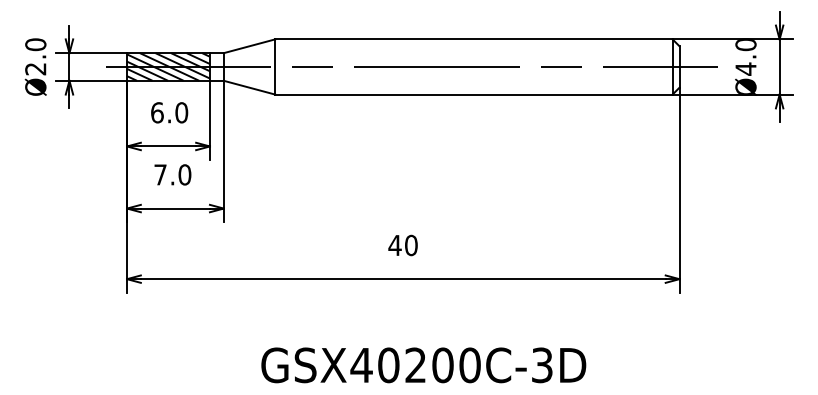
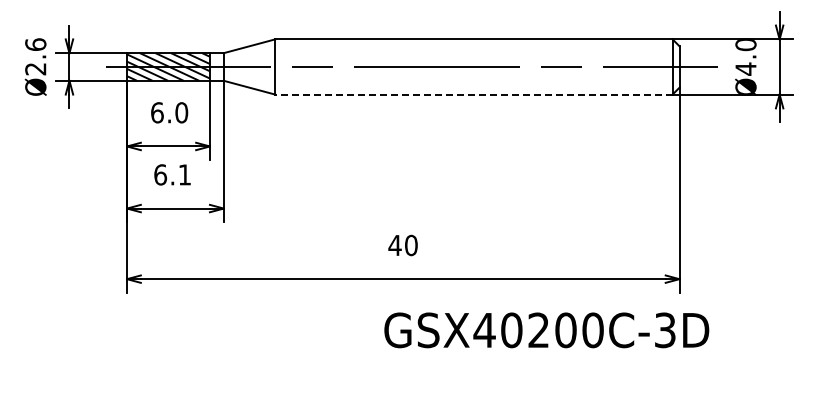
text at (35, 44): Ø2.0 -> Ø2.6
line at (473, 94): solid -> dashed
text at (172, 174): 7.0 -> 6.1
text at (423, 365) position: (423, 365) -> (546, 330)
